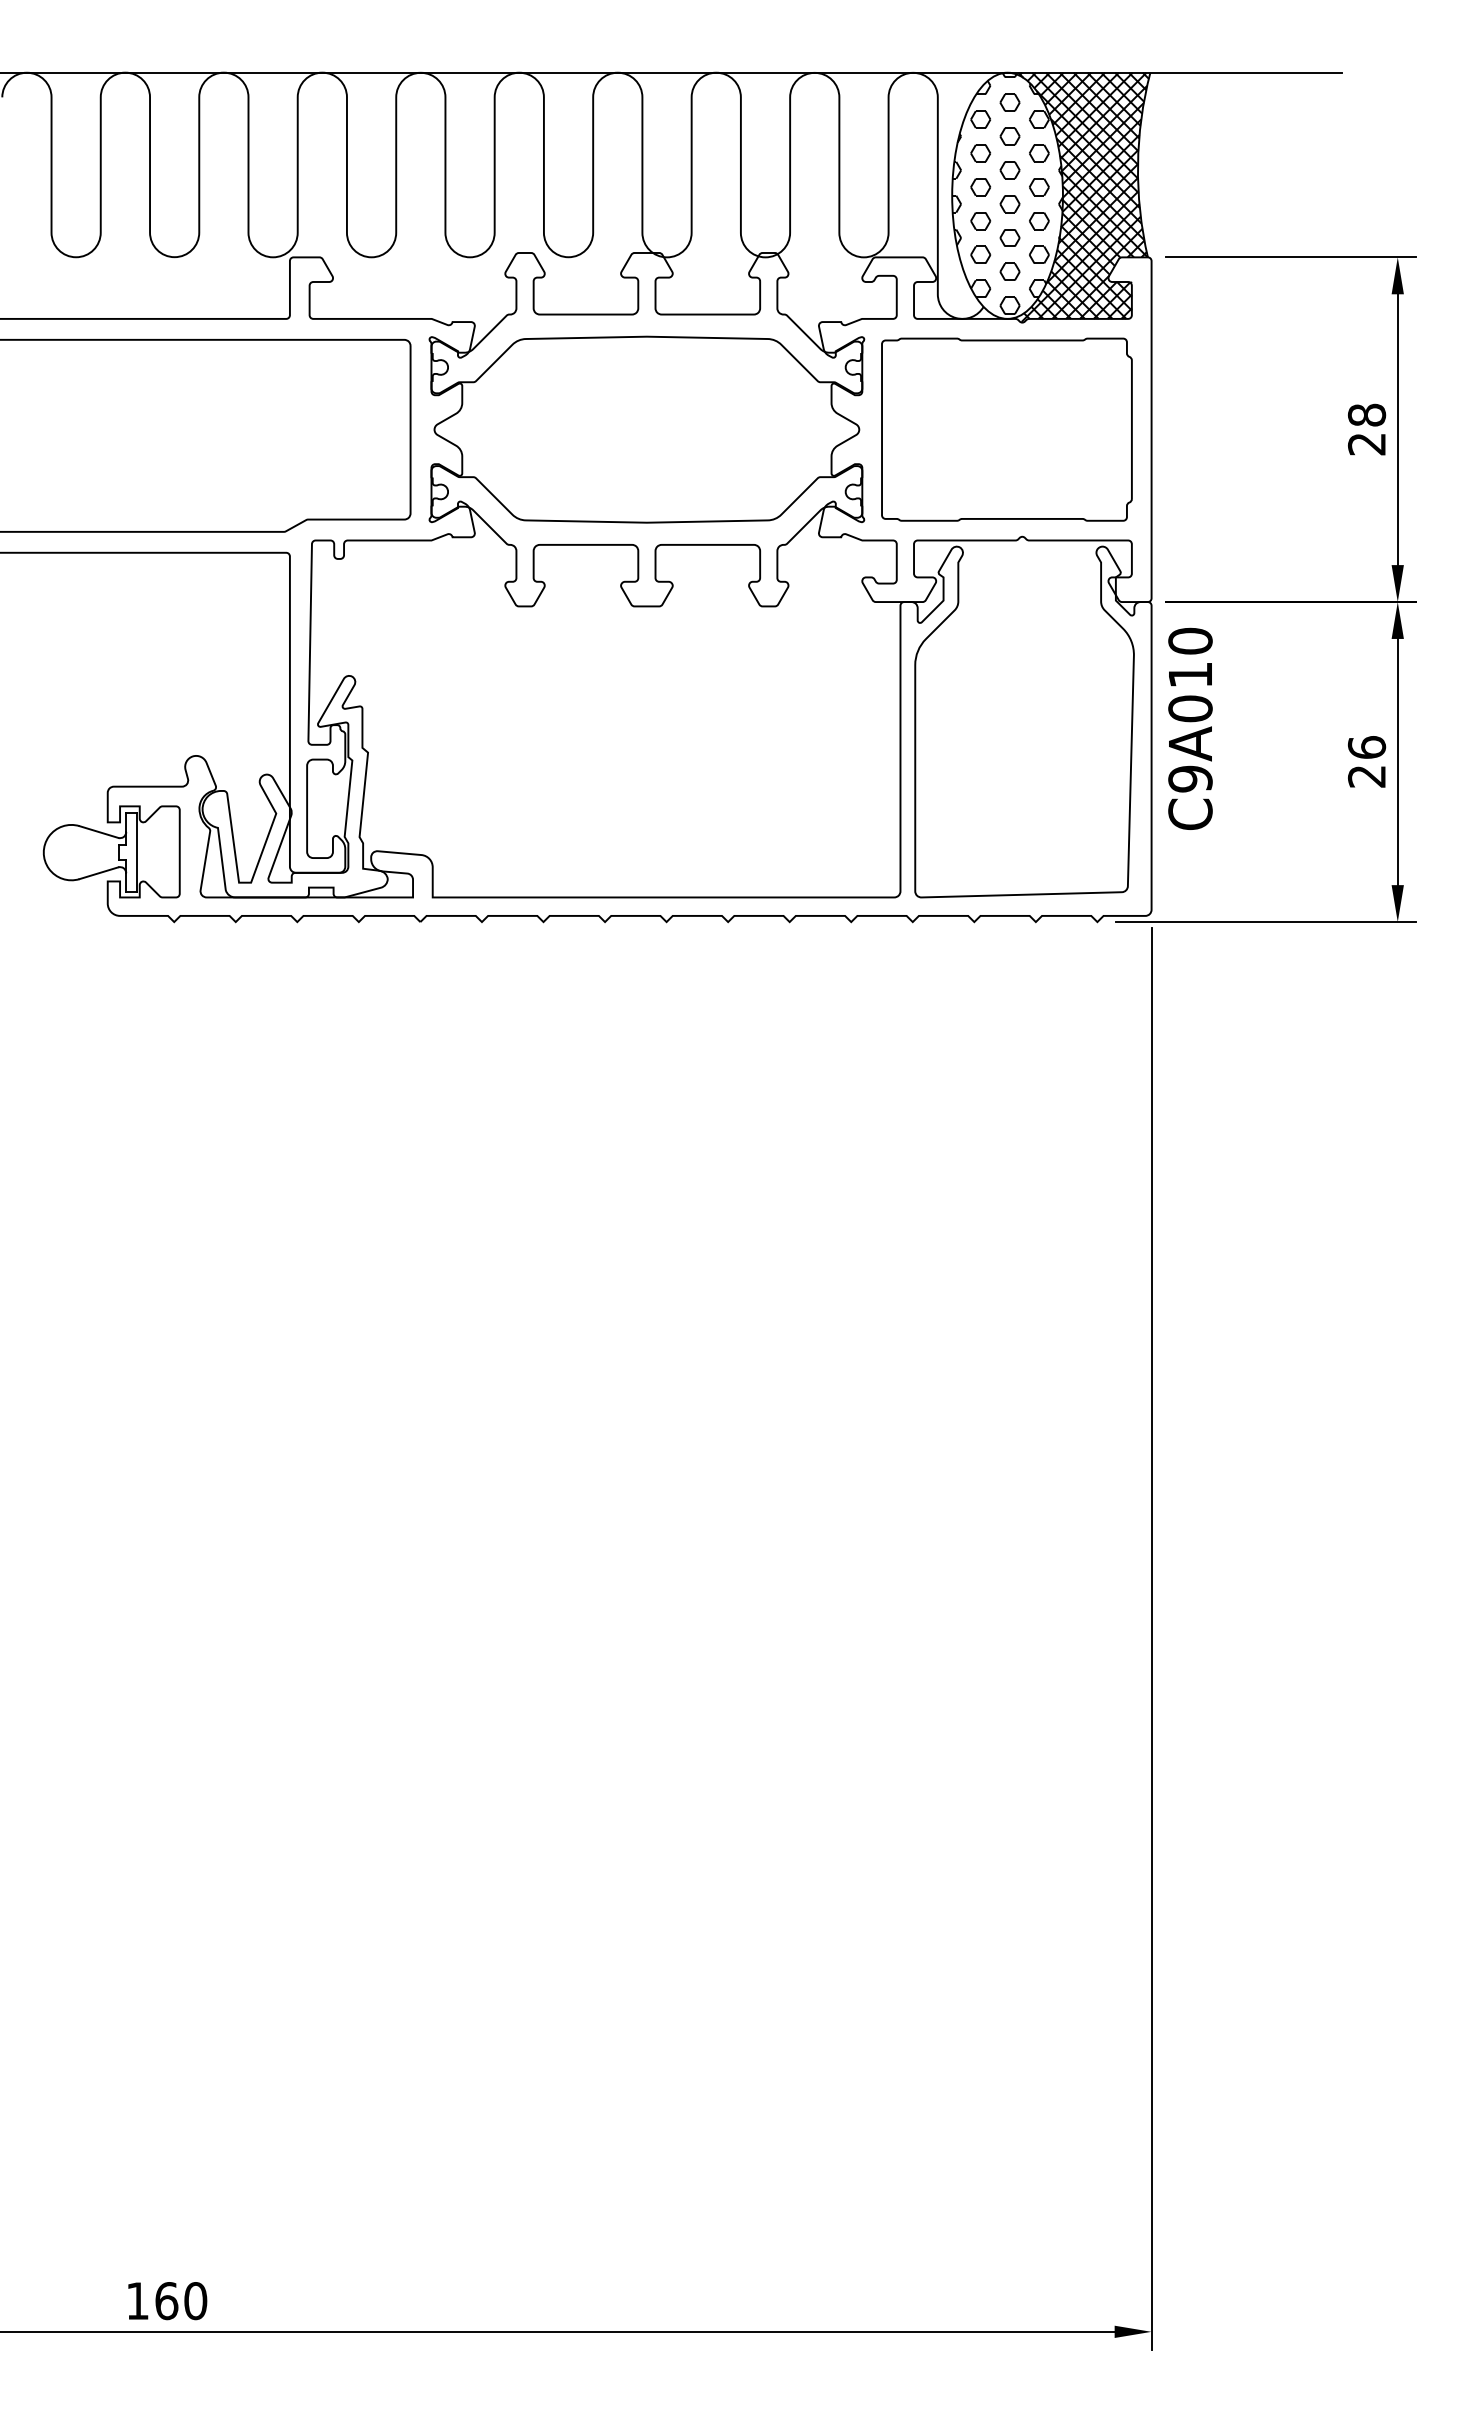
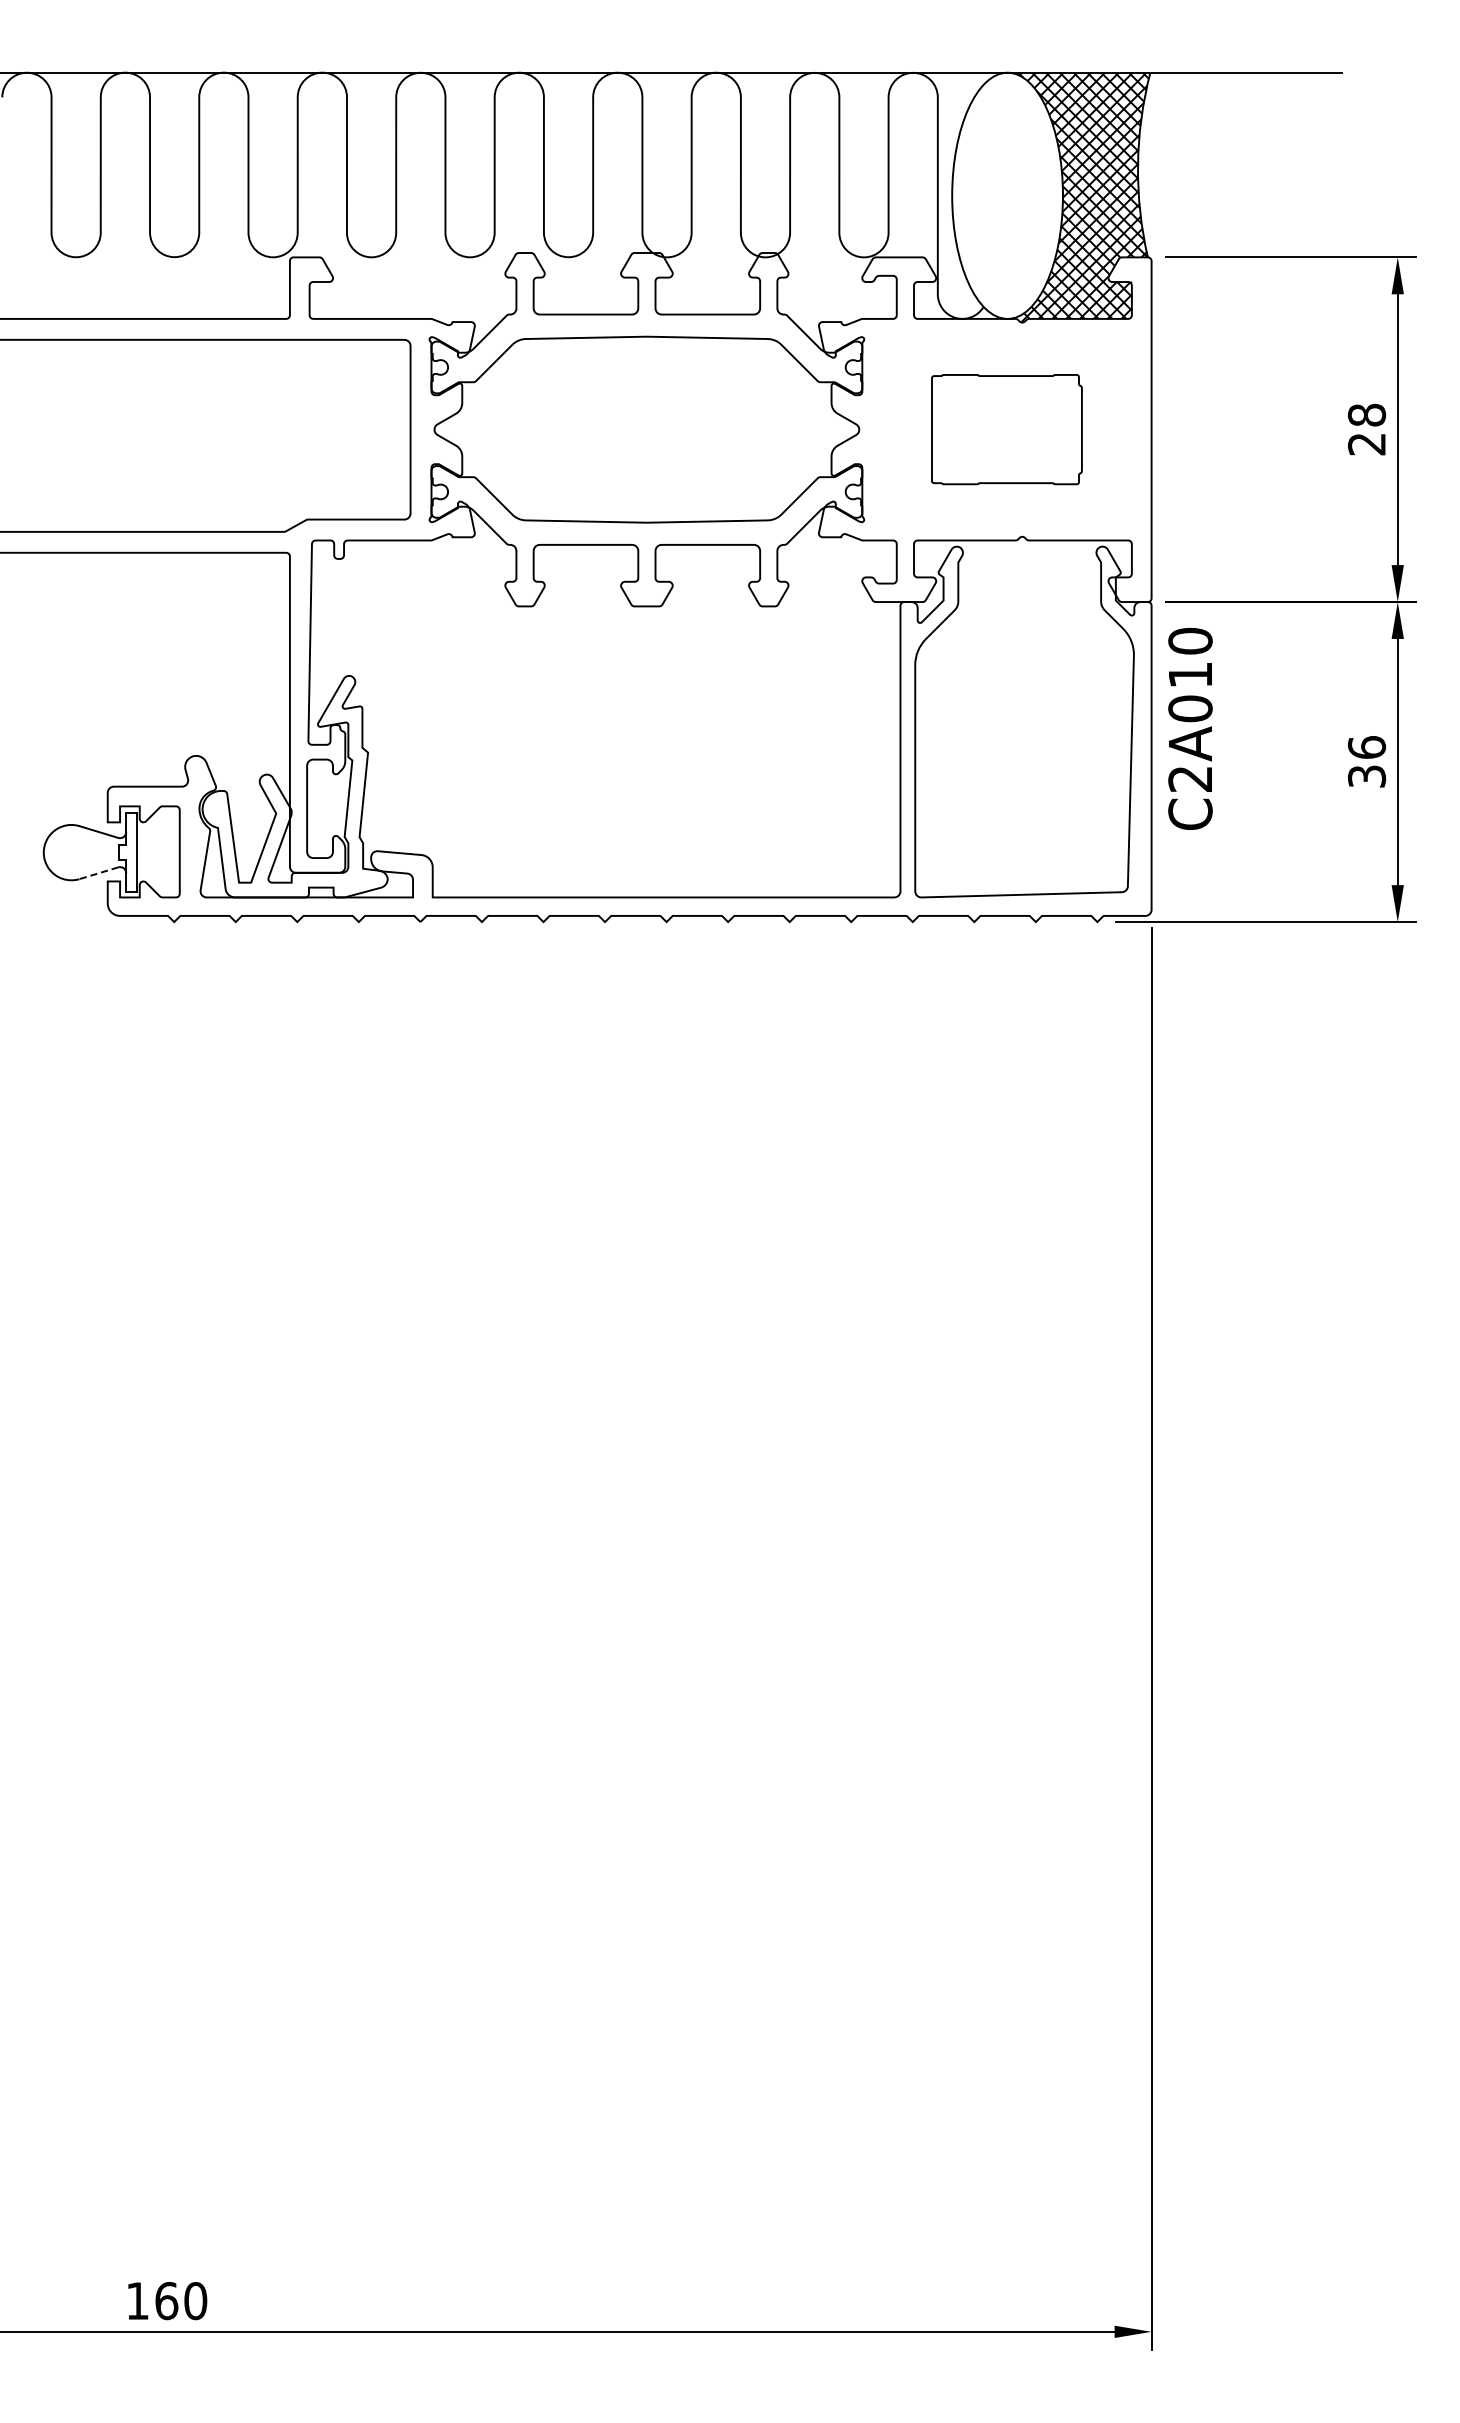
hatch at (1007, 193): present -> none
part at (1006, 429) size: 252x185 px -> 152x112 px
text at (1367, 776): 26 -> 36
text at (1190, 778): C9A010 -> C2A010
line at (98, 873): solid -> dashed
